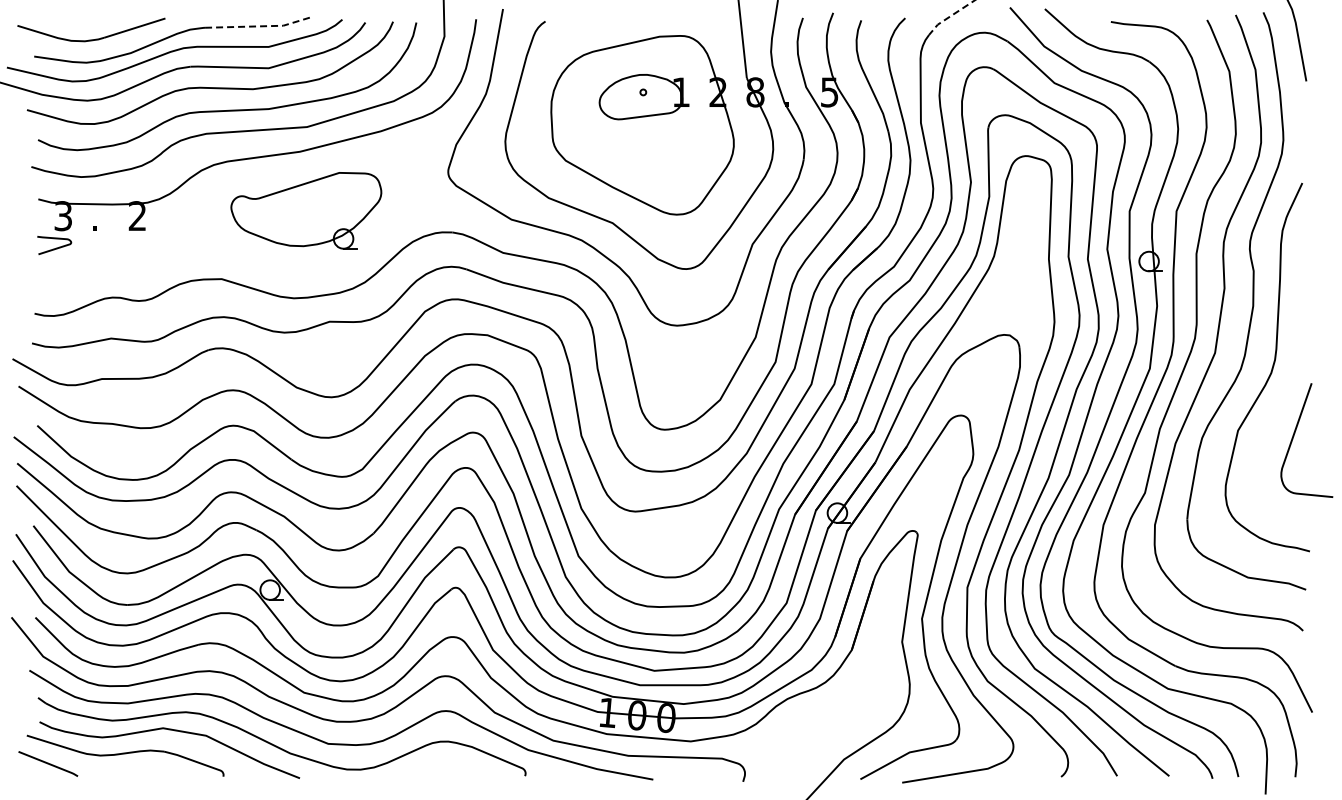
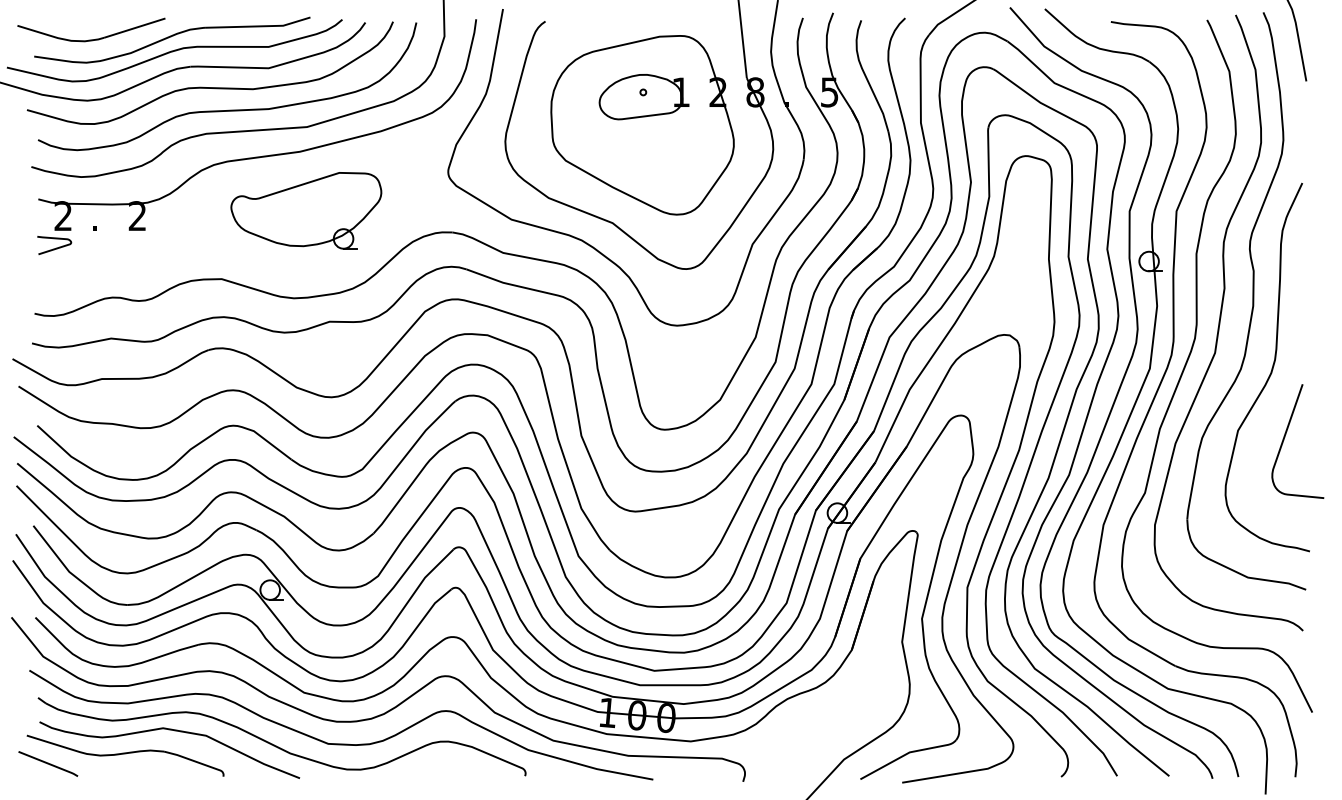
line at (950, 16): dashed -> solid
line at (259, 26): dashed -> solid
text at (62, 216): 3 -> 2
curve at (1294, 436) position: (1294, 436) -> (1285, 437)
